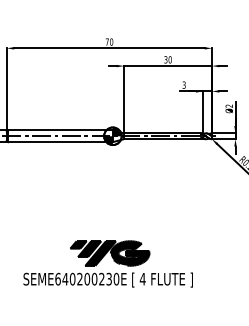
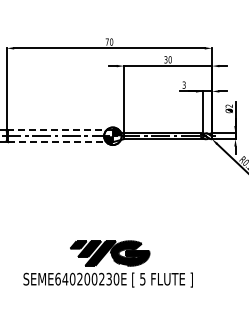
line at (60, 130): solid -> dashed
line at (61, 142): solid -> dashed
text at (142, 279): 4 -> 5
